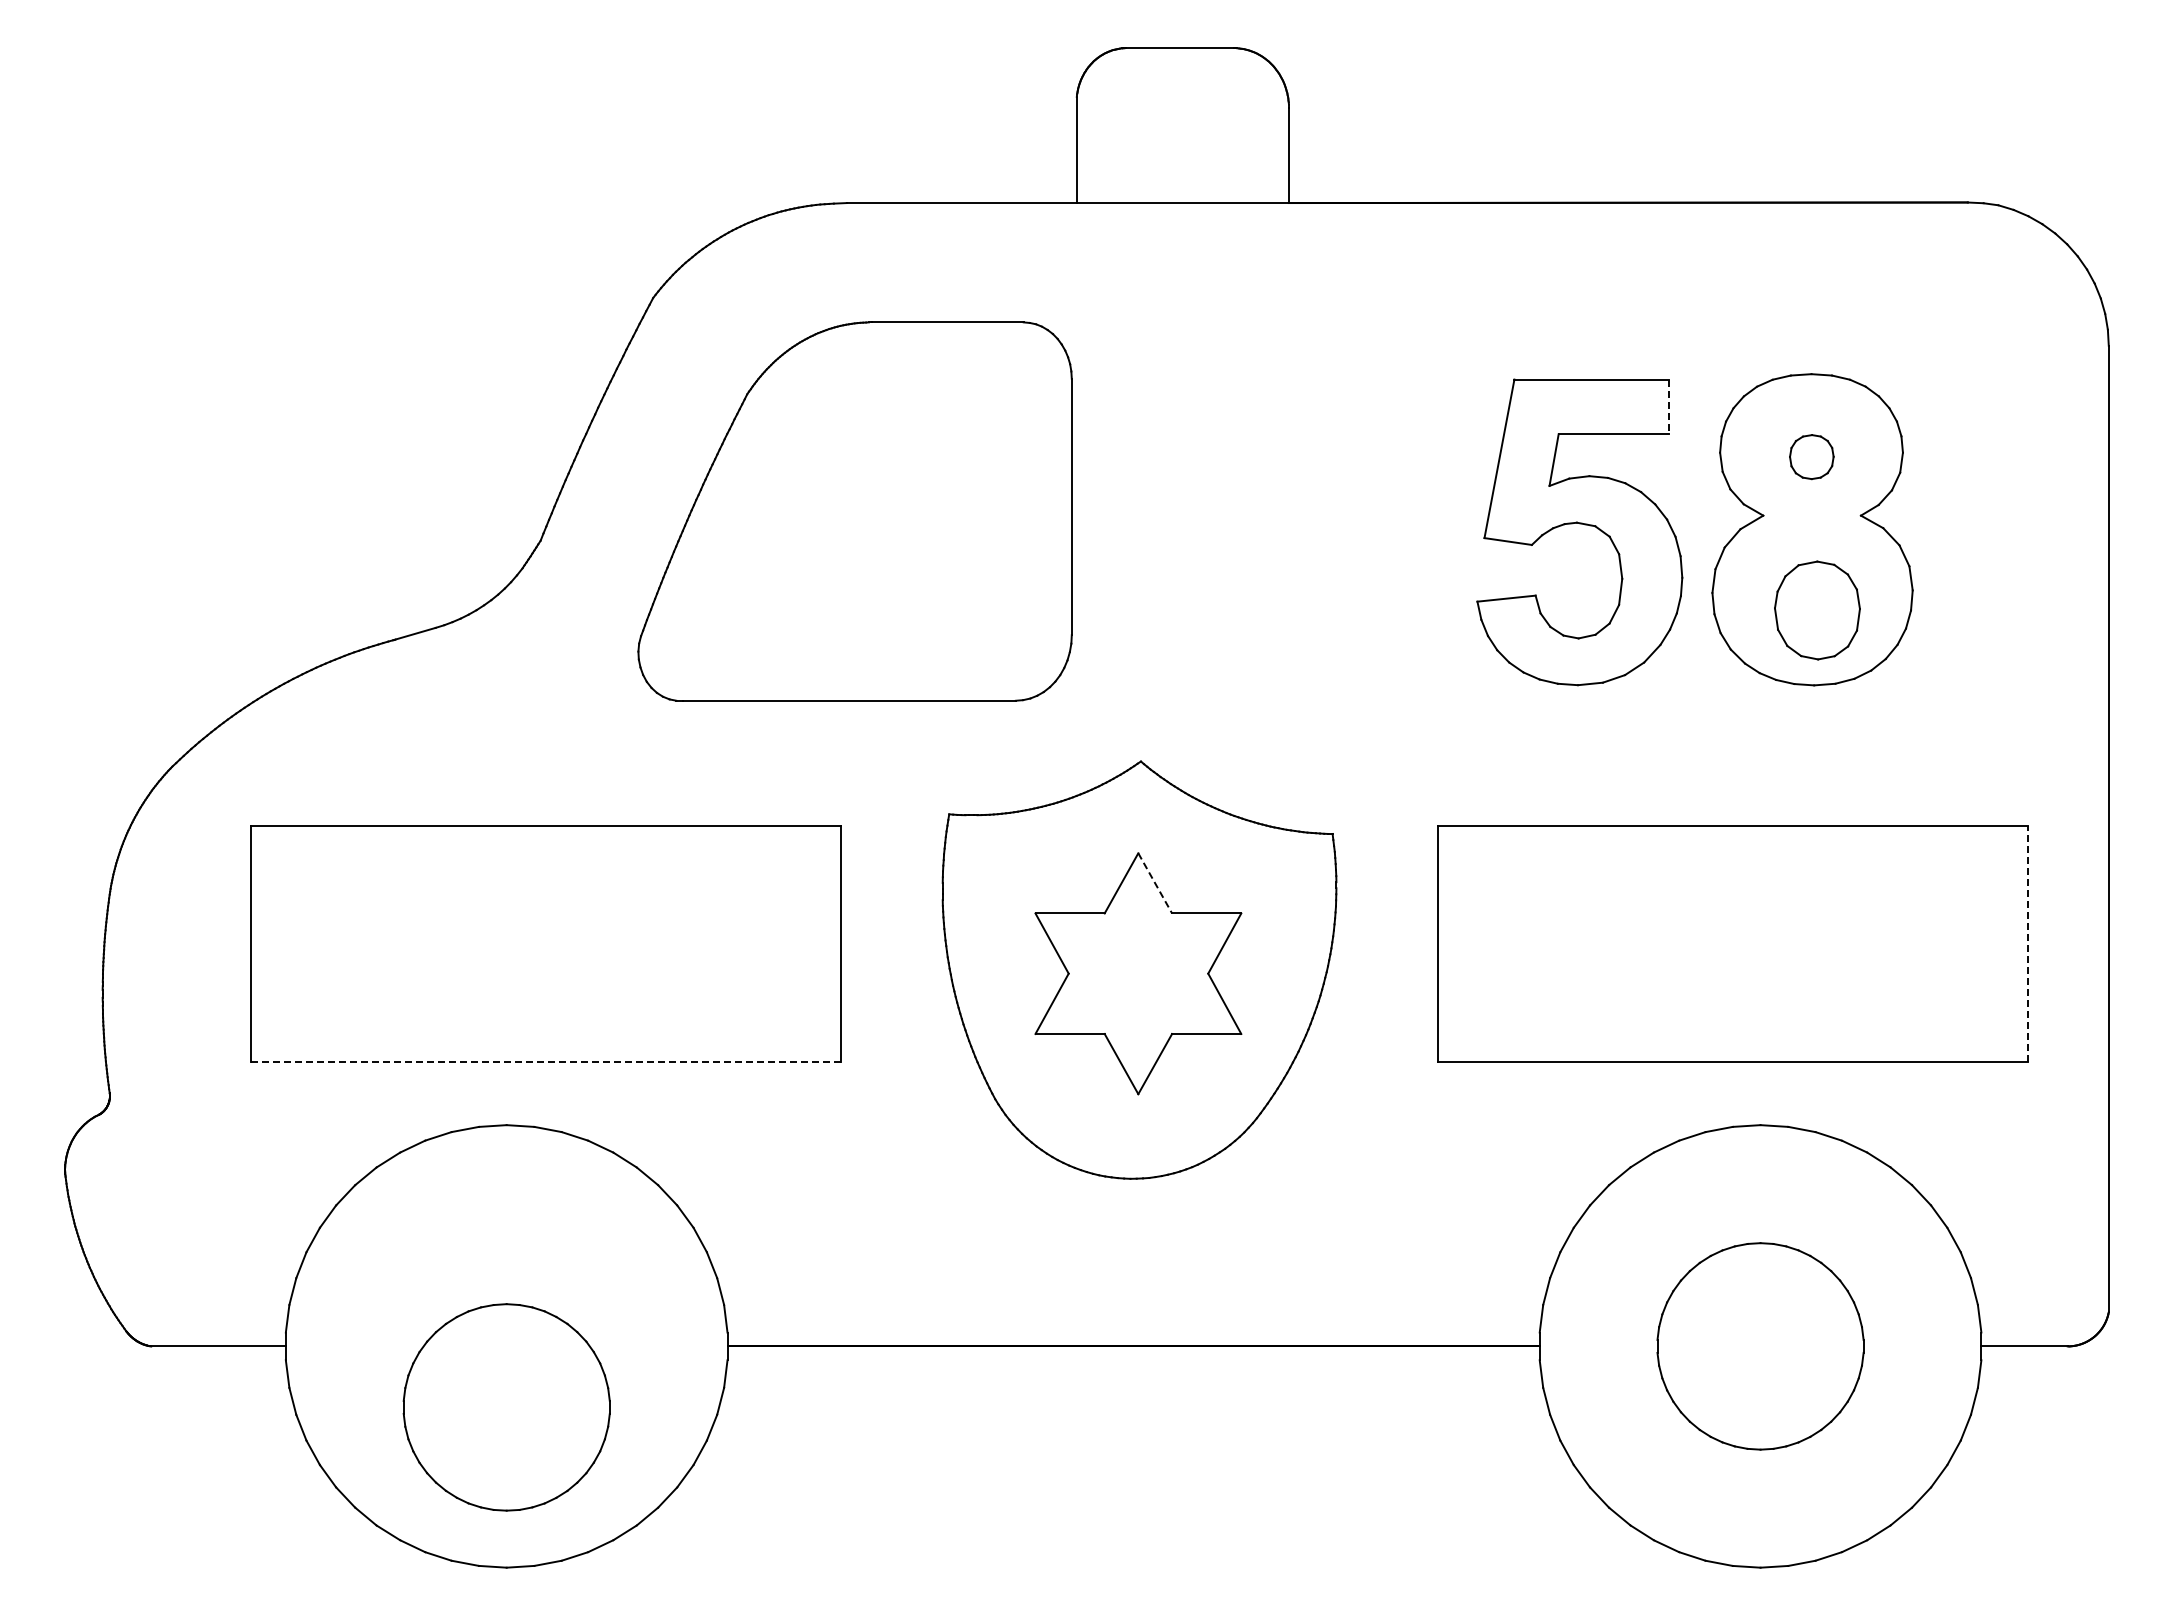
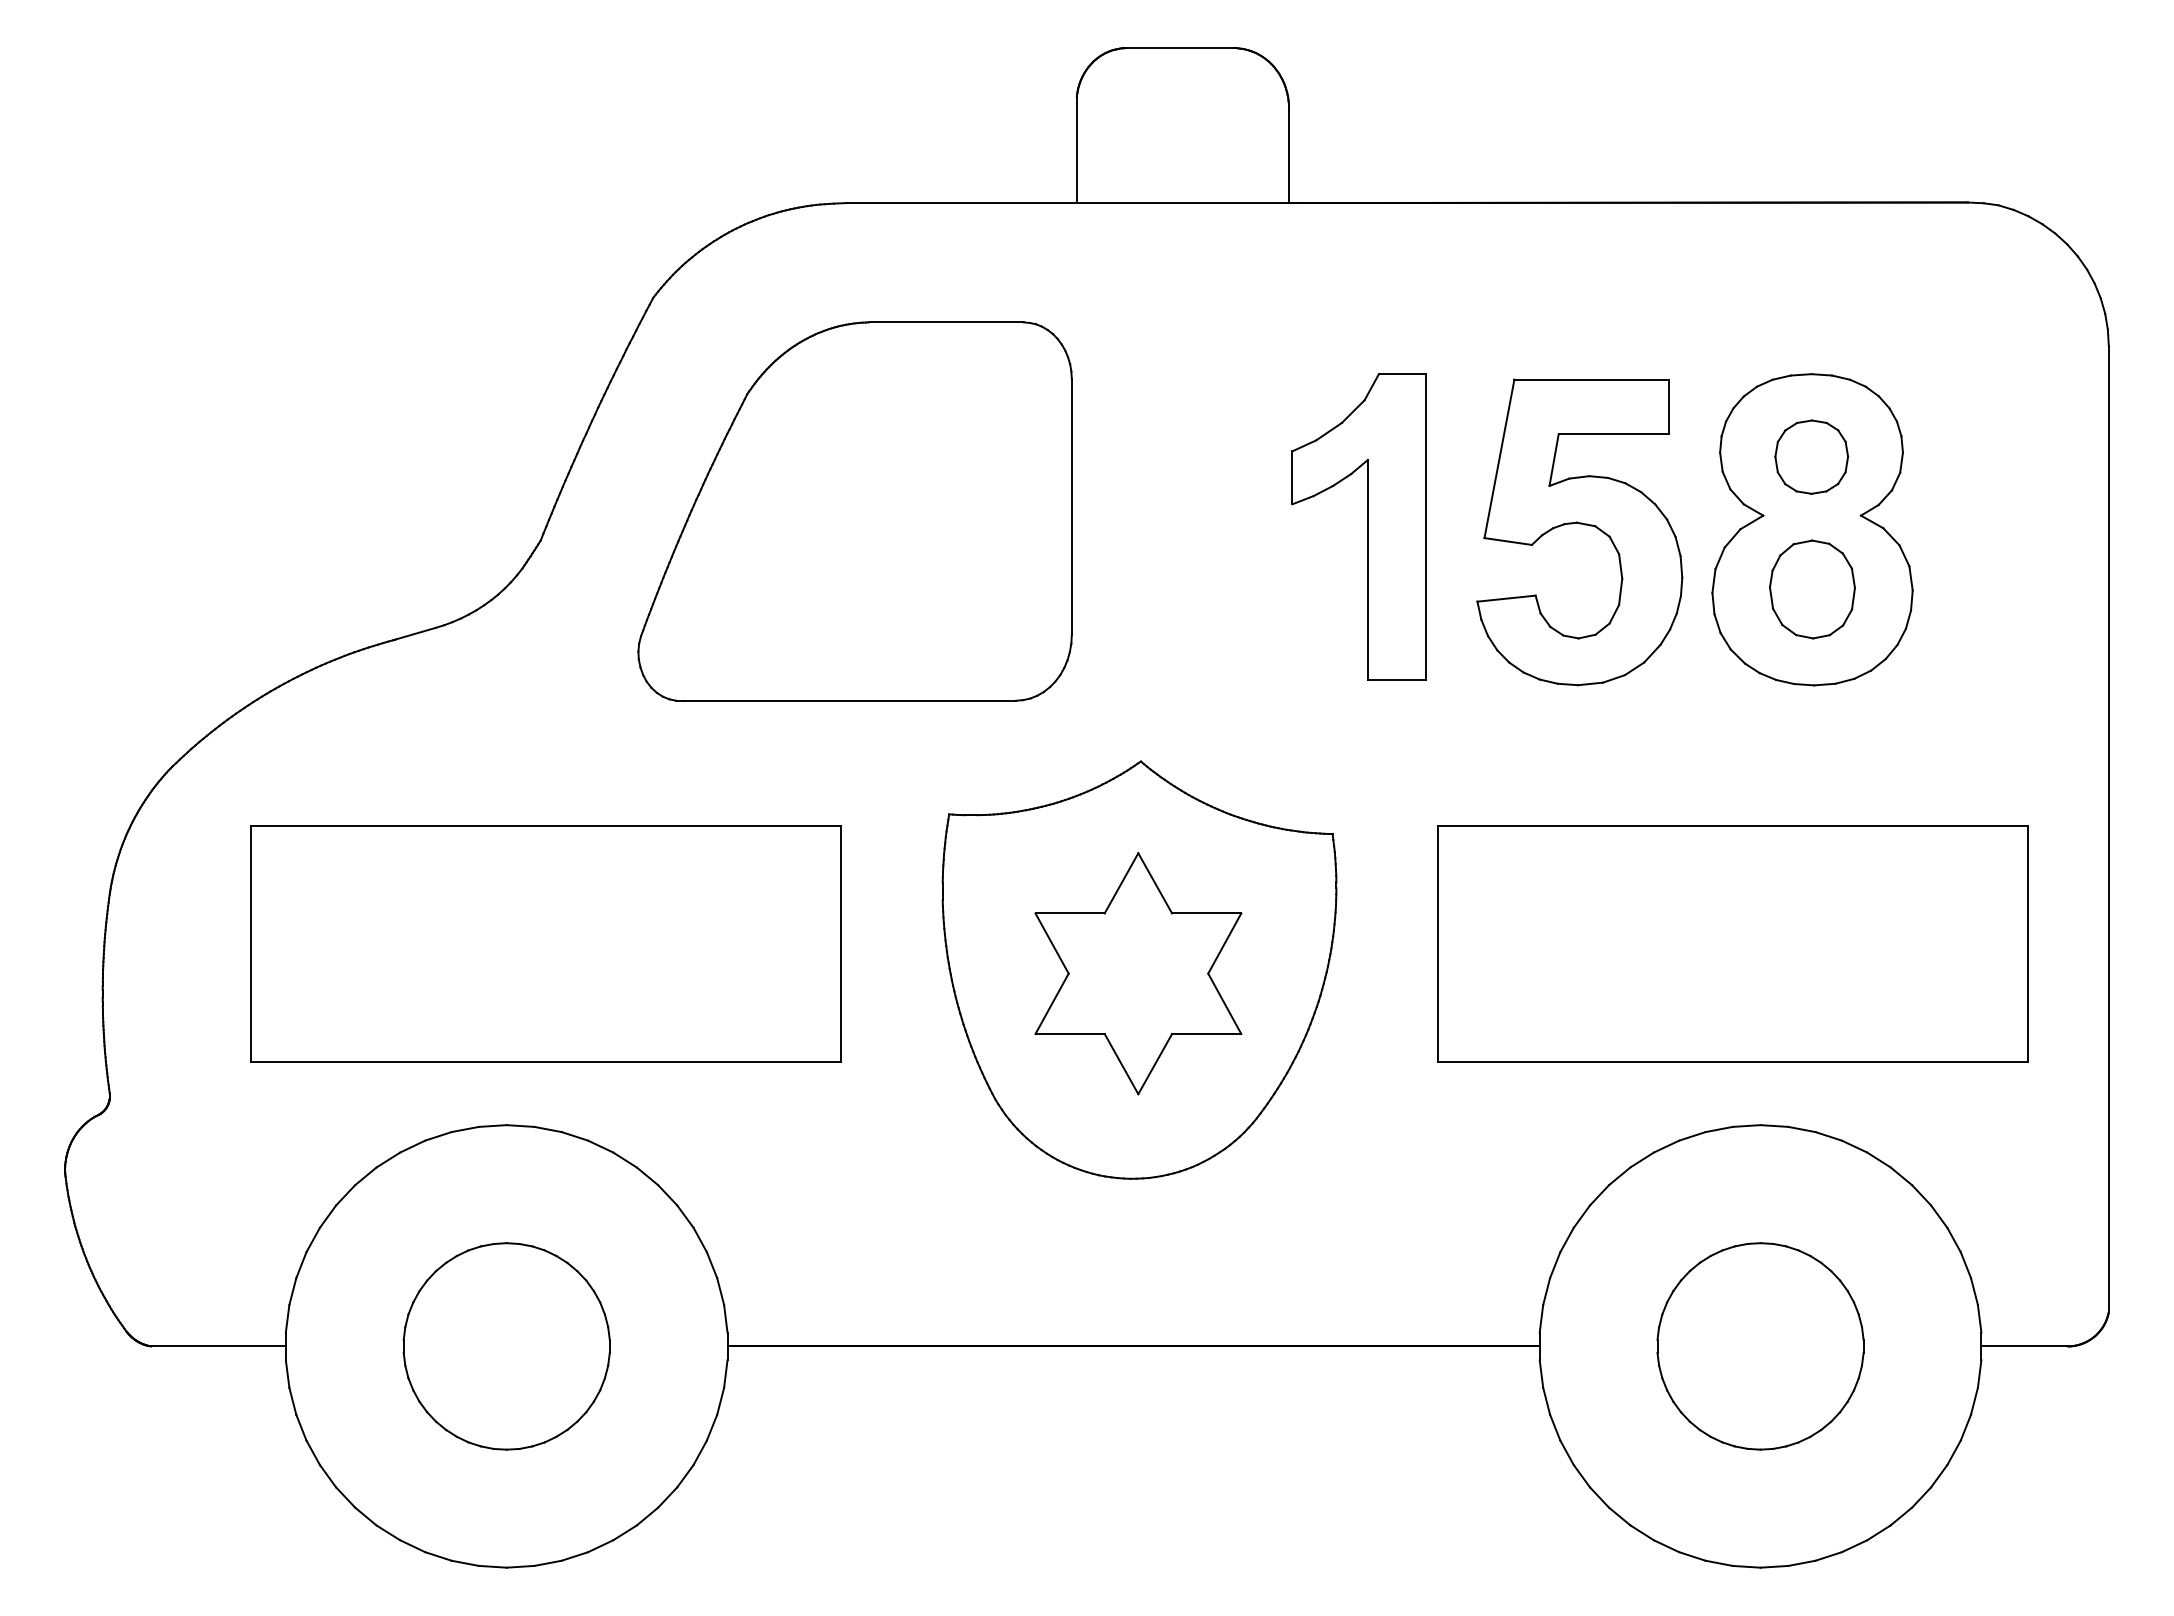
line at (1668, 407): dashed -> solid
part at (1811, 457) size: 46x47 px -> 76x76 px
part at (1367, 526): none -> present
part at (1817, 610) position: (1817, 610) -> (1812, 589)
line at (1155, 883): dashed -> solid
line at (2028, 943): dashed -> solid
line at (546, 1062): dashed -> solid
part at (506, 1407) position: (506, 1407) -> (506, 1346)
